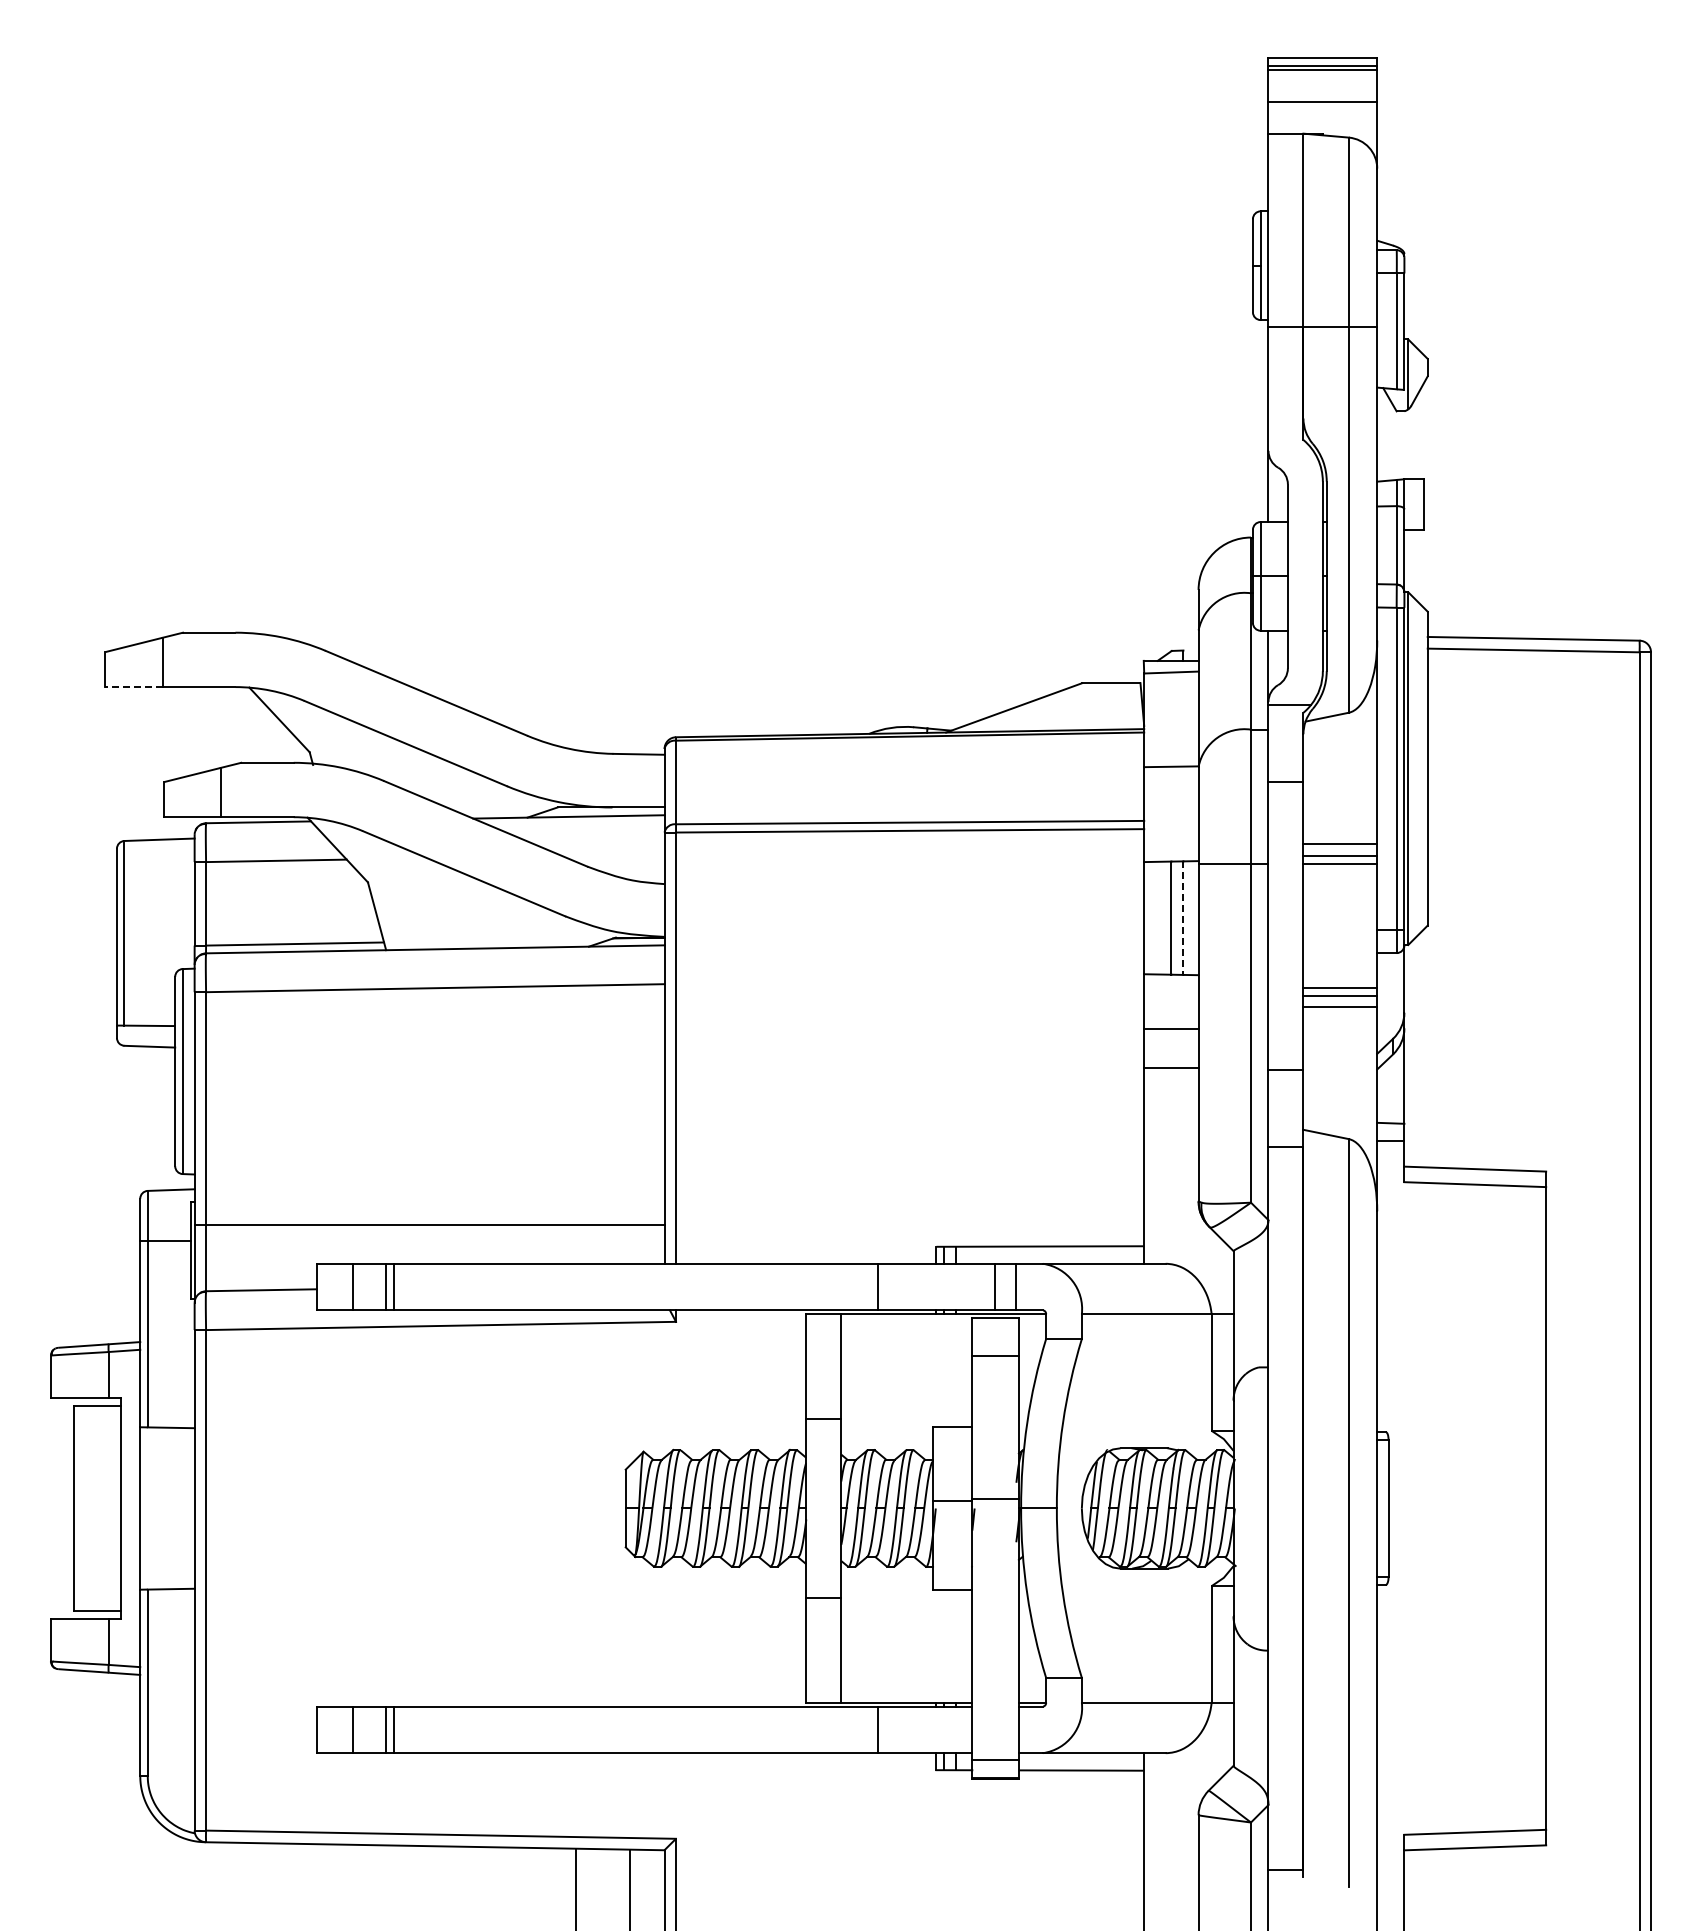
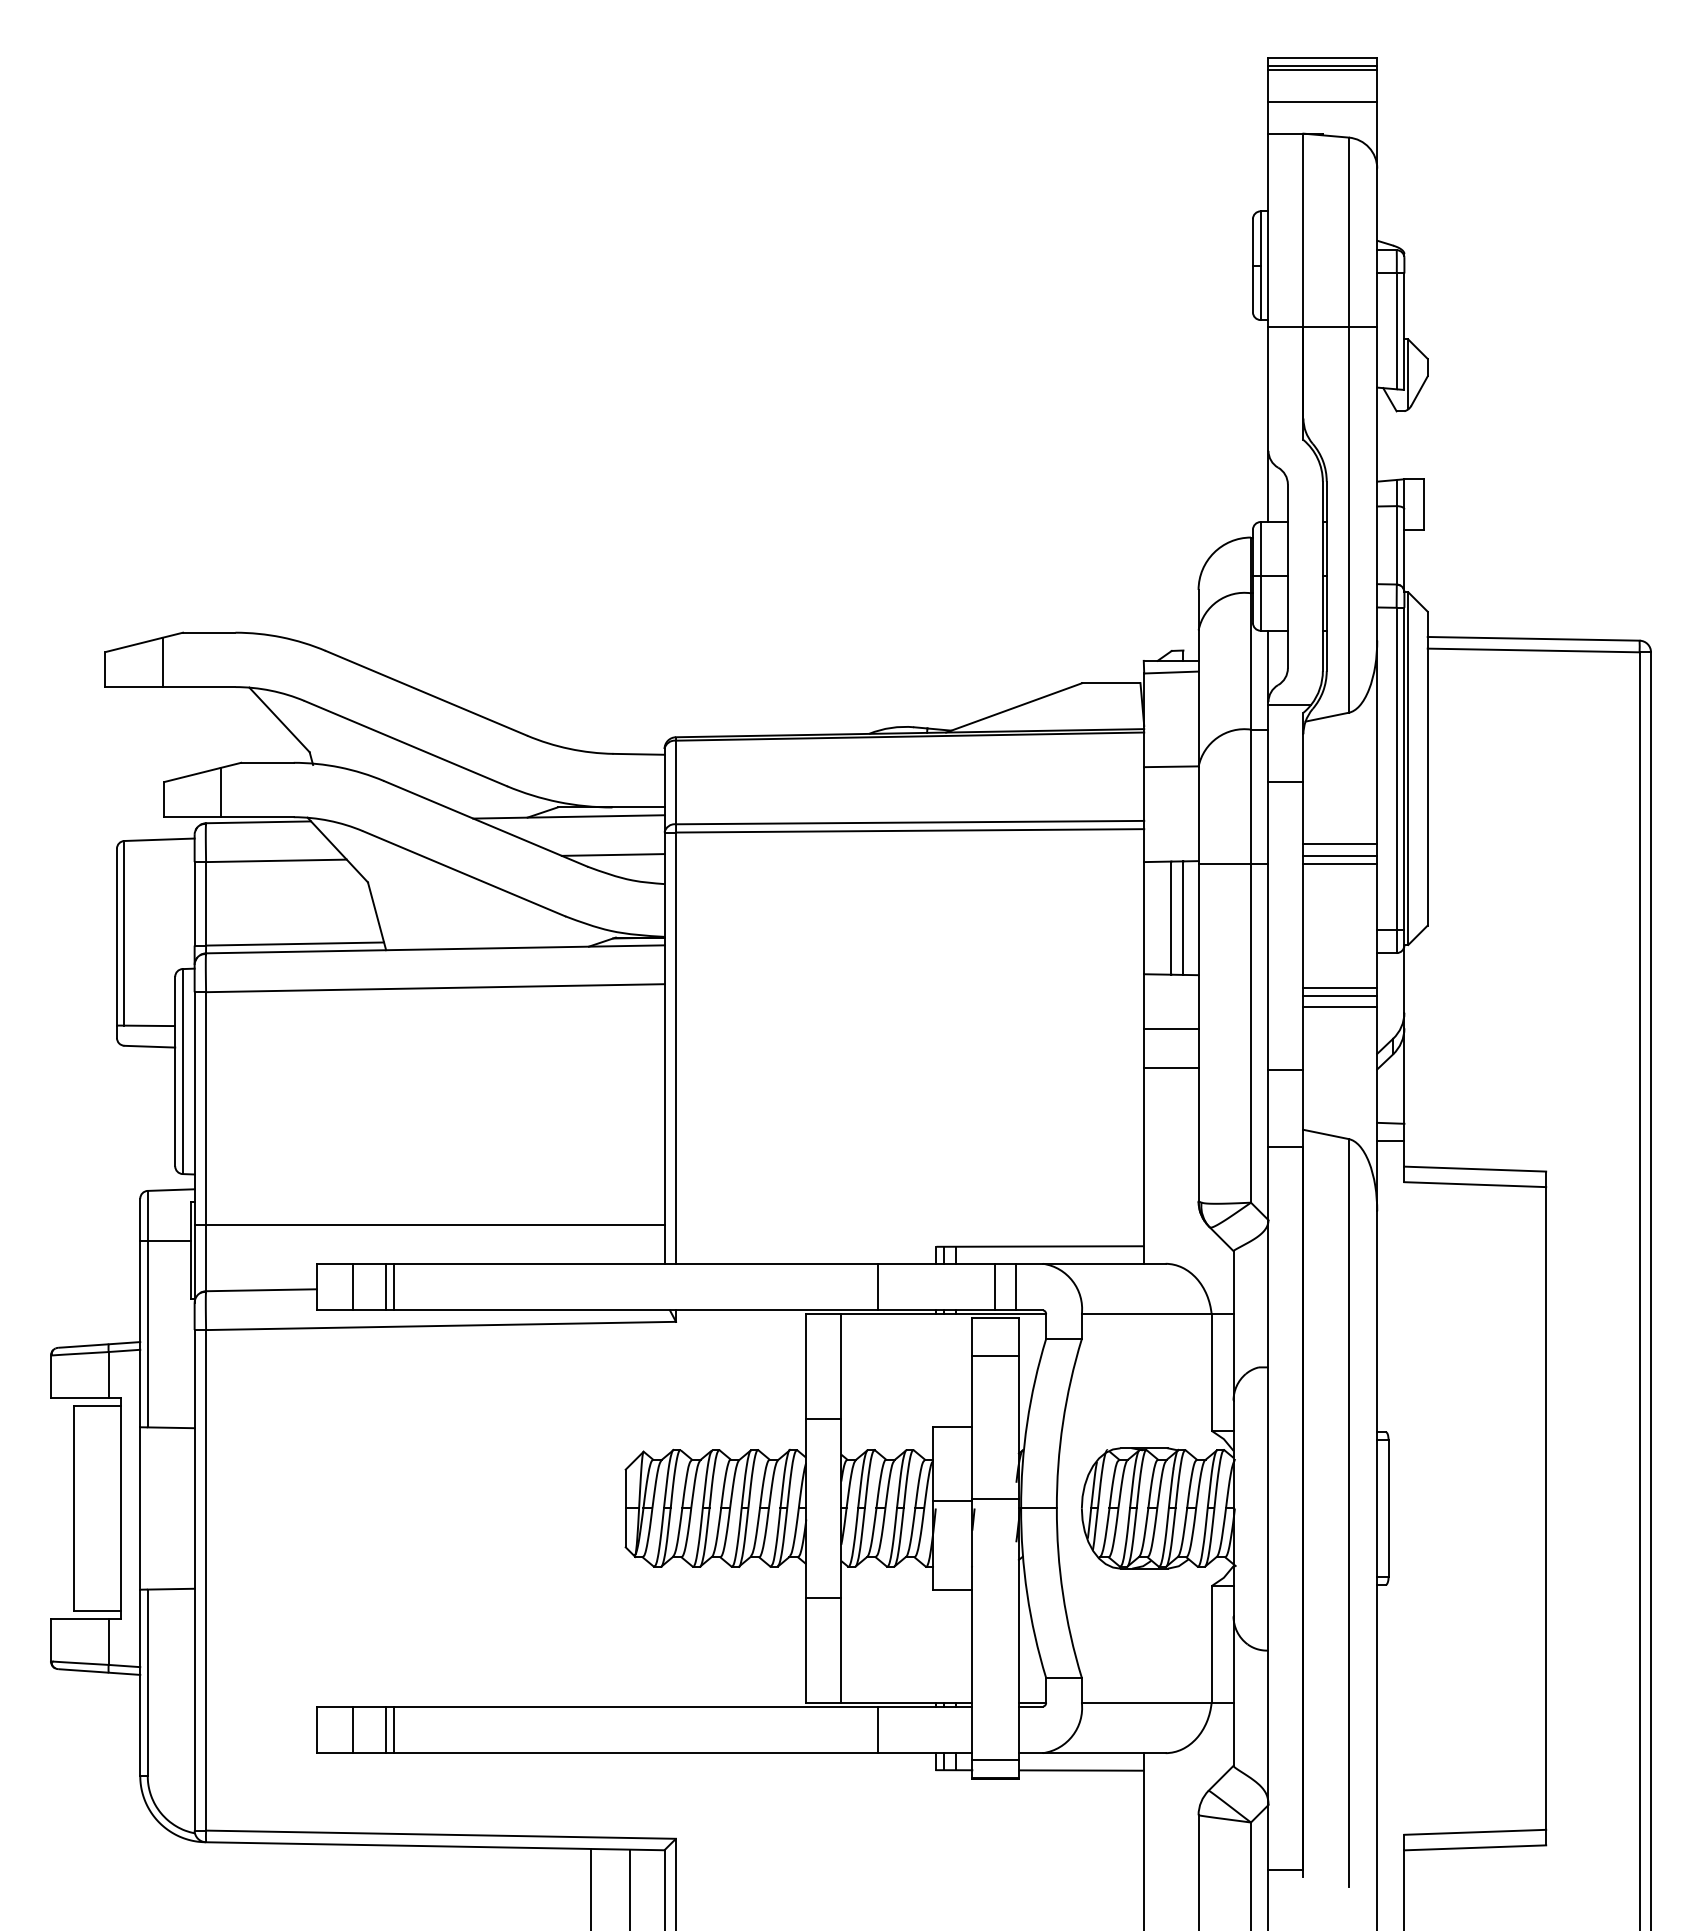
line at (133, 687): dashed -> solid
line at (612, 854): none -> present
line at (1183, 918): dashed -> solid
line at (575, 1887) position: (575, 1887) -> (590, 1887)
